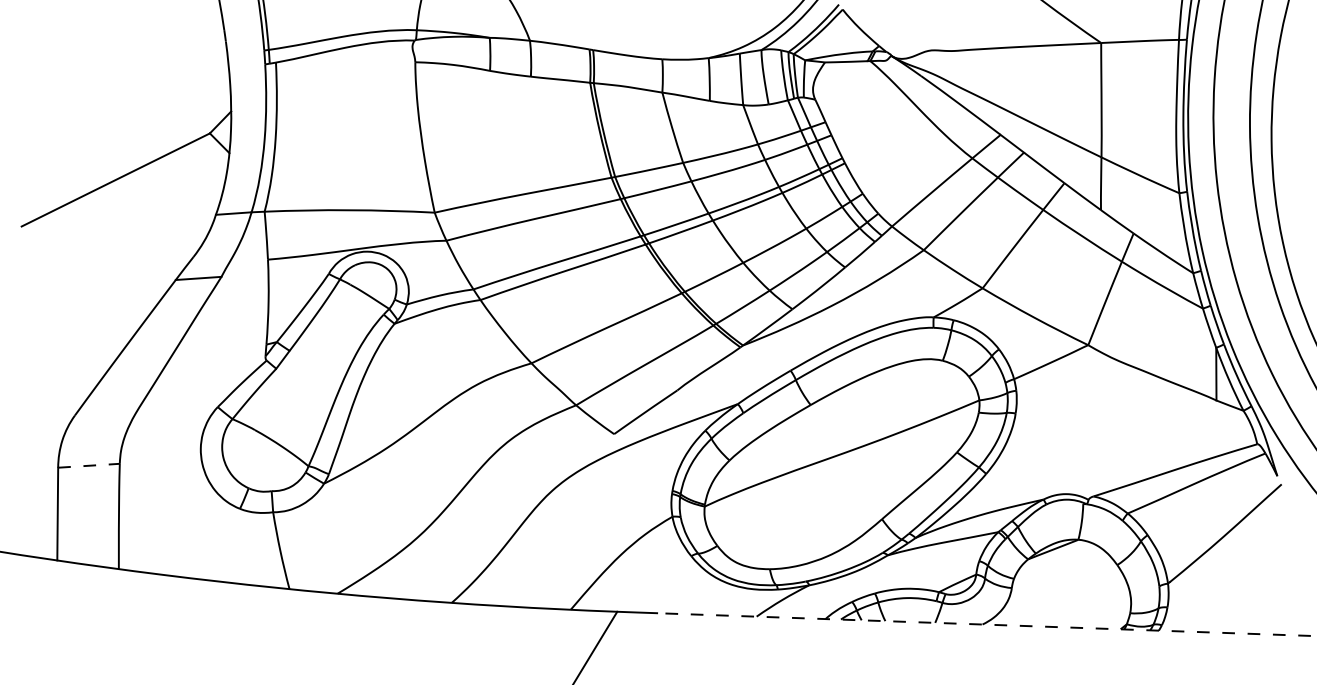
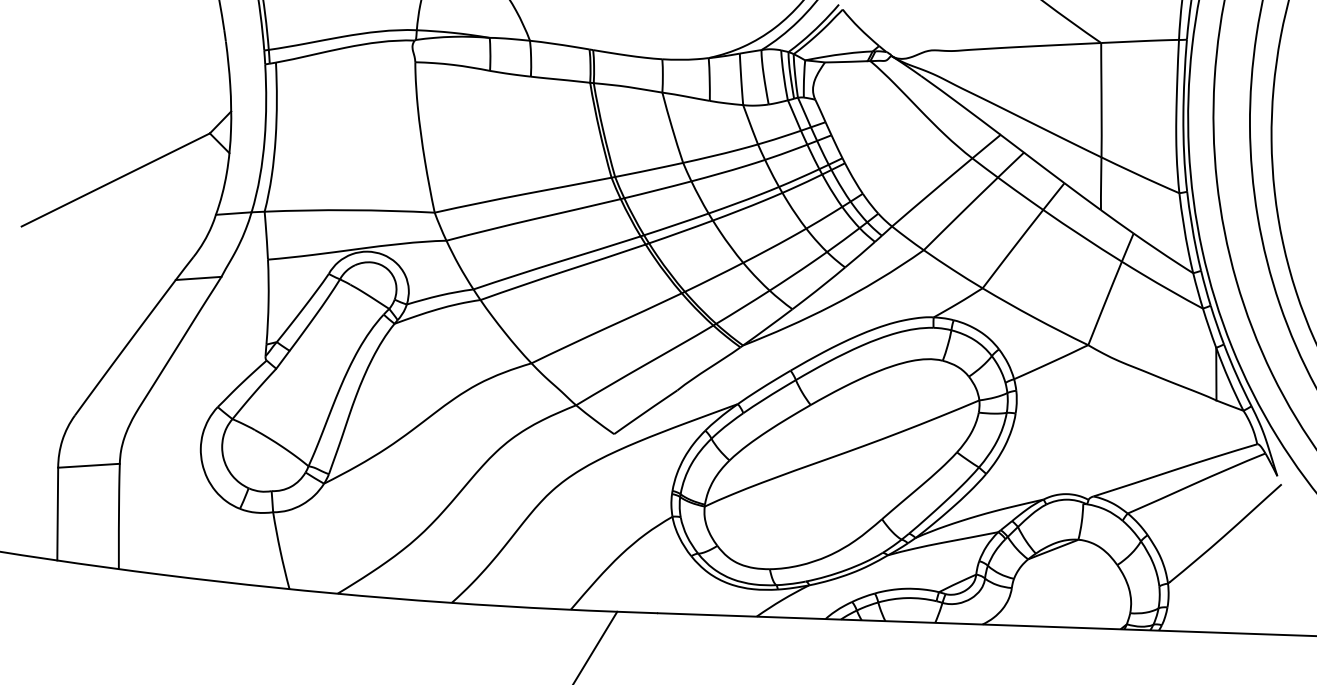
line at (89, 465): dashed -> solid
line at (986, 624): dashed -> solid
